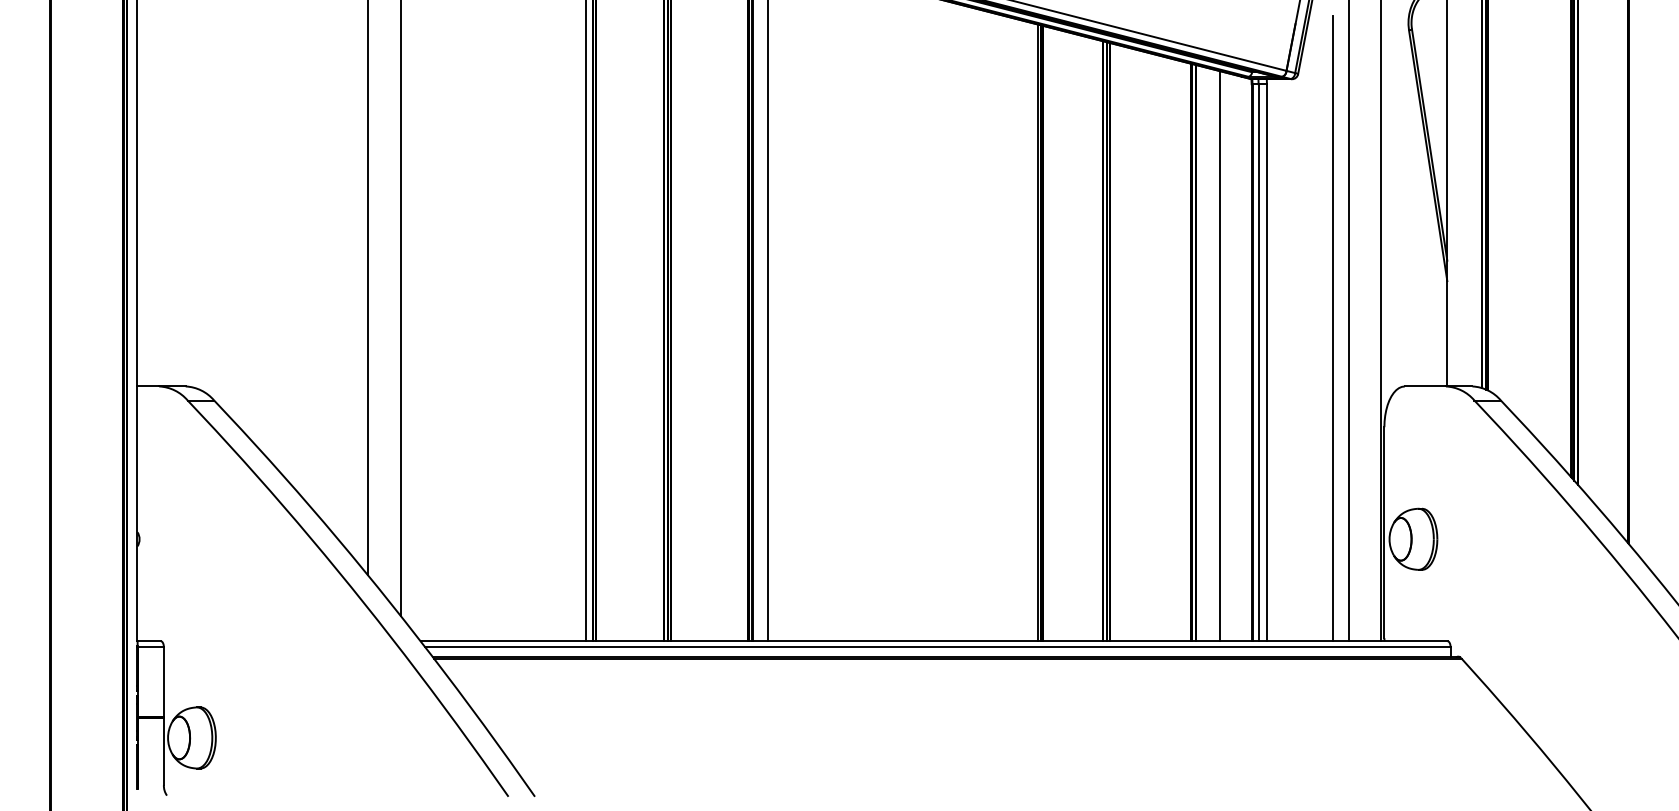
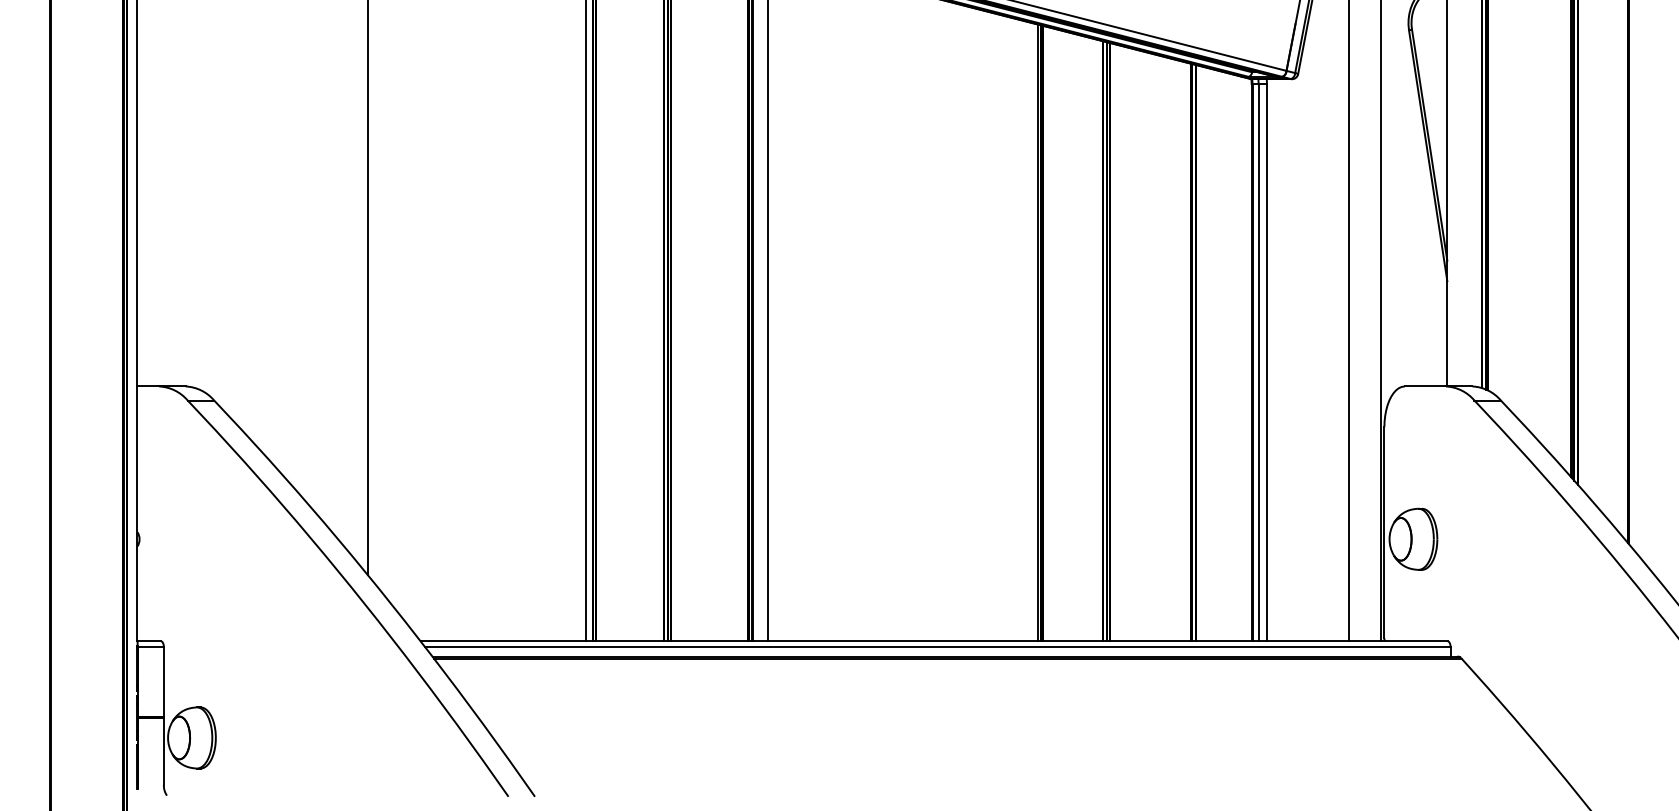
line at (400, 308): present -> none
line at (1332, 328): present -> none
line at (1219, 356): present -> none
